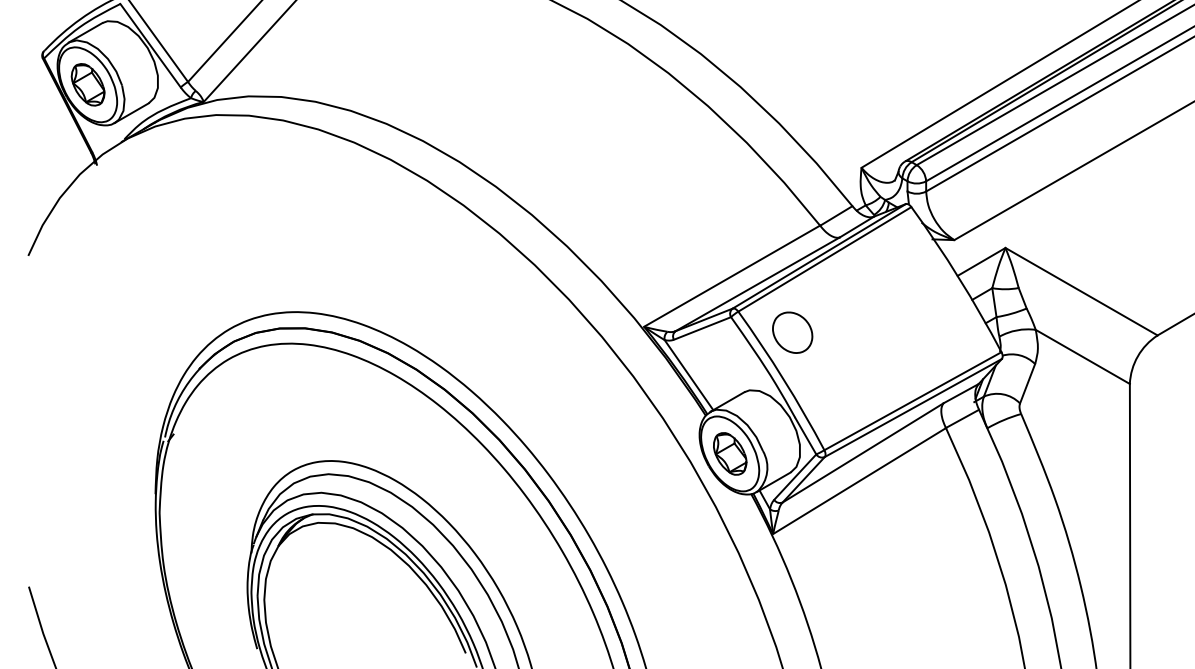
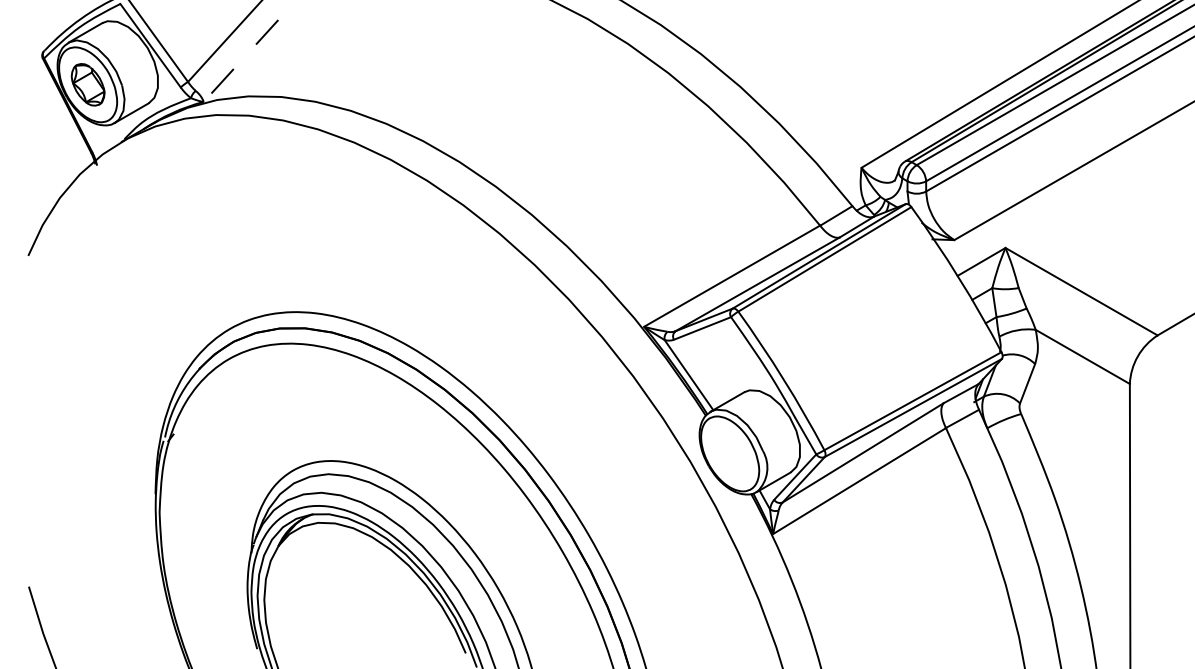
line at (249, 51): solid -> dashed
part at (792, 332): present -> none
part at (730, 453): present -> none
